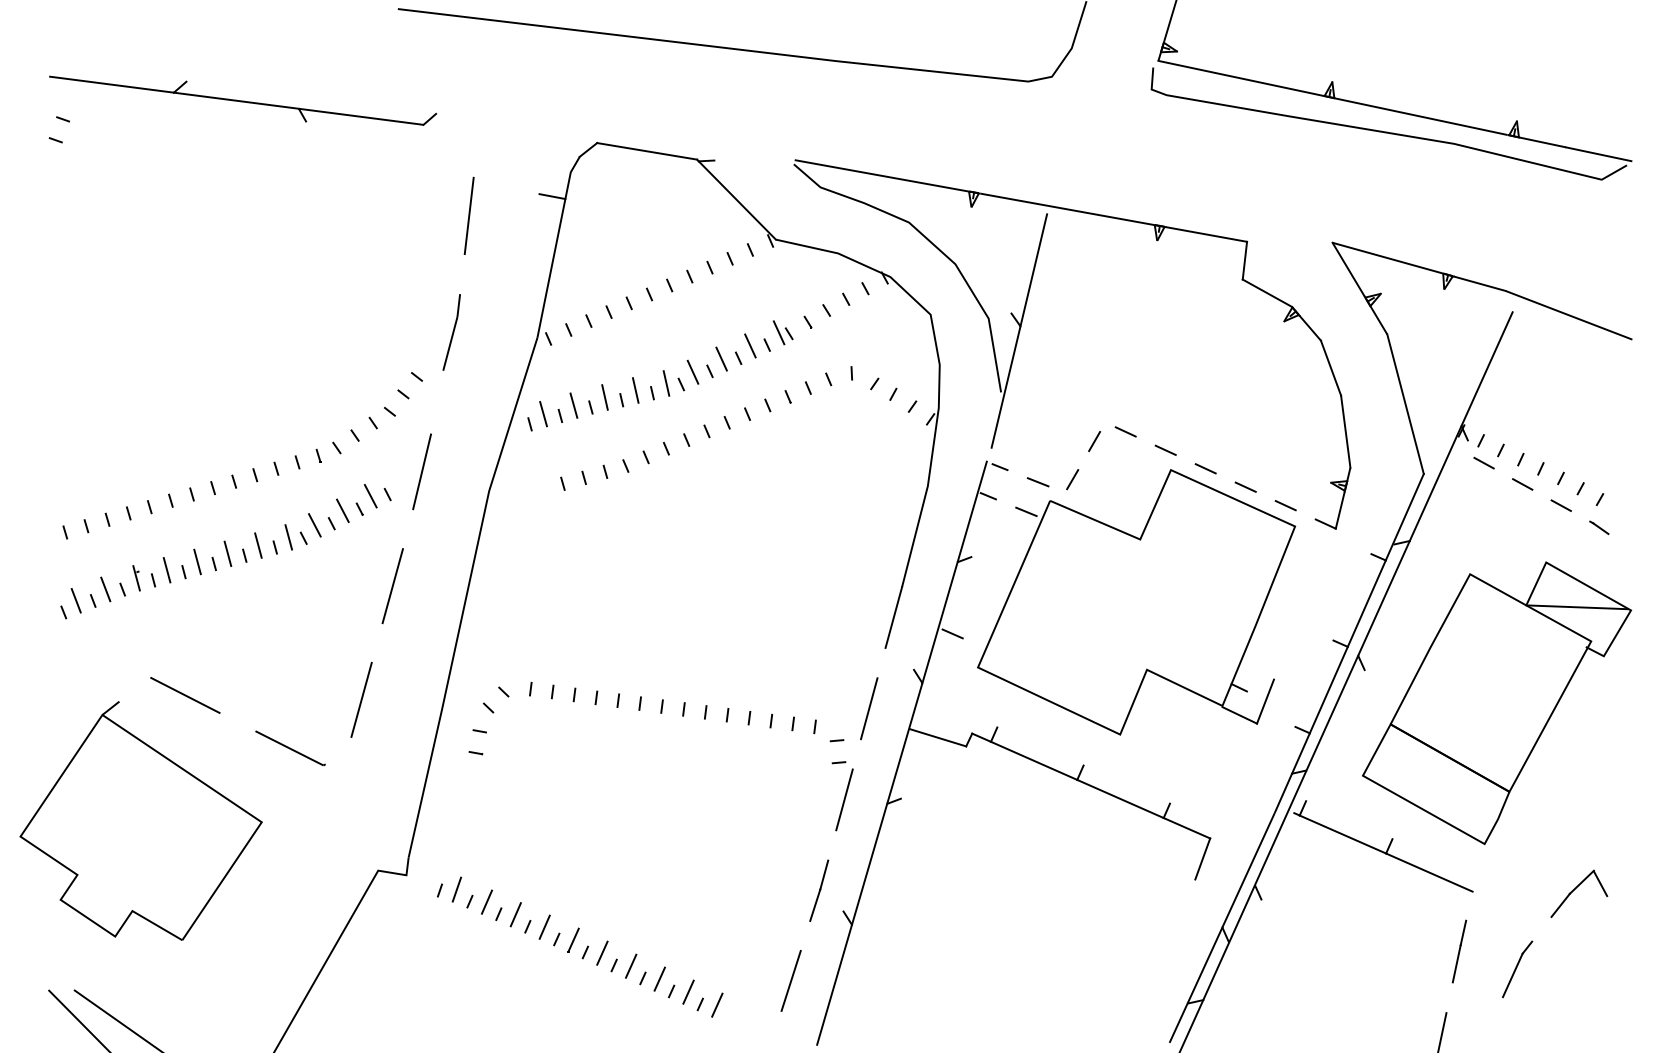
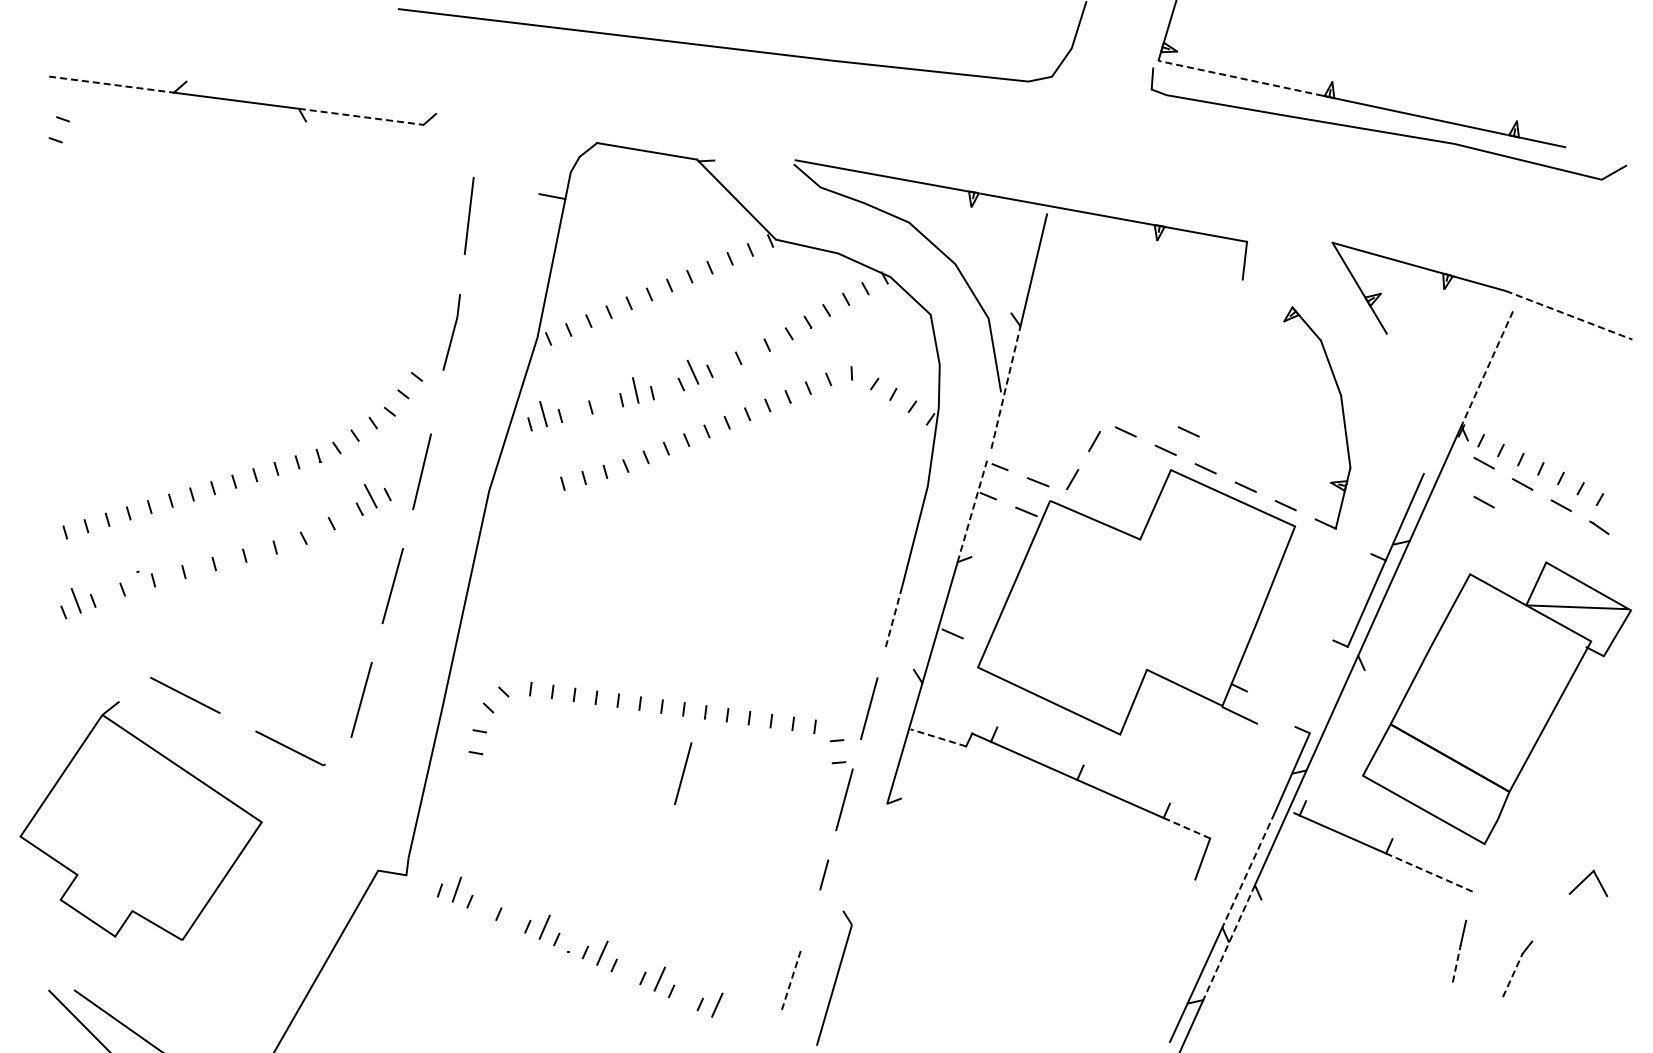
line at (1240, 78): solid -> dashed
line at (112, 84): solid -> dashed
line at (361, 116): solid -> dashed
line at (1598, 154): present -> none
line at (1266, 292): present -> none
line at (1570, 315): solid -> dashed
line at (778, 332): present -> none
line at (750, 345): present -> none
line at (721, 358): present -> none
line at (1486, 369): solid -> dashed
line at (666, 383): present -> none
line at (1006, 386): solid -> dashed
line at (604, 397): present -> none
line at (1405, 404): present -> none
line at (573, 405): present -> none
line at (1188, 431): none -> present
line at (1483, 501): none -> present
line at (342, 510): present -> none
line at (972, 512): solid -> dashed
line at (314, 525): present -> none
line at (288, 537): present -> none
line at (258, 545): present -> none
line at (227, 553): present -> none
line at (197, 561): present -> none
line at (166, 570): present -> none
line at (136, 578): present -> none
line at (105, 589): present -> none
line at (893, 618): solid -> dashed
line at (1328, 689): present -> none
line at (1265, 701): present -> none
line at (937, 737): solid -> dashed
line at (683, 773): none -> present
line at (1186, 828): solid -> dashed
line at (869, 863): present -> none
line at (1248, 871): solid -> dashed
line at (1428, 872): solid -> dashed
line at (486, 901): present -> none
line at (815, 904): present -> none
line at (1560, 904): present -> none
line at (515, 914): present -> none
line at (573, 939): present -> none
line at (1229, 942): solid -> dashed
line at (1456, 963): solid -> dashed
line at (630, 965): present -> none
line at (1512, 975): solid -> dashed
line at (791, 981): solid -> dashed
line at (688, 991): present -> none
line at (1442, 1031): present -> none
